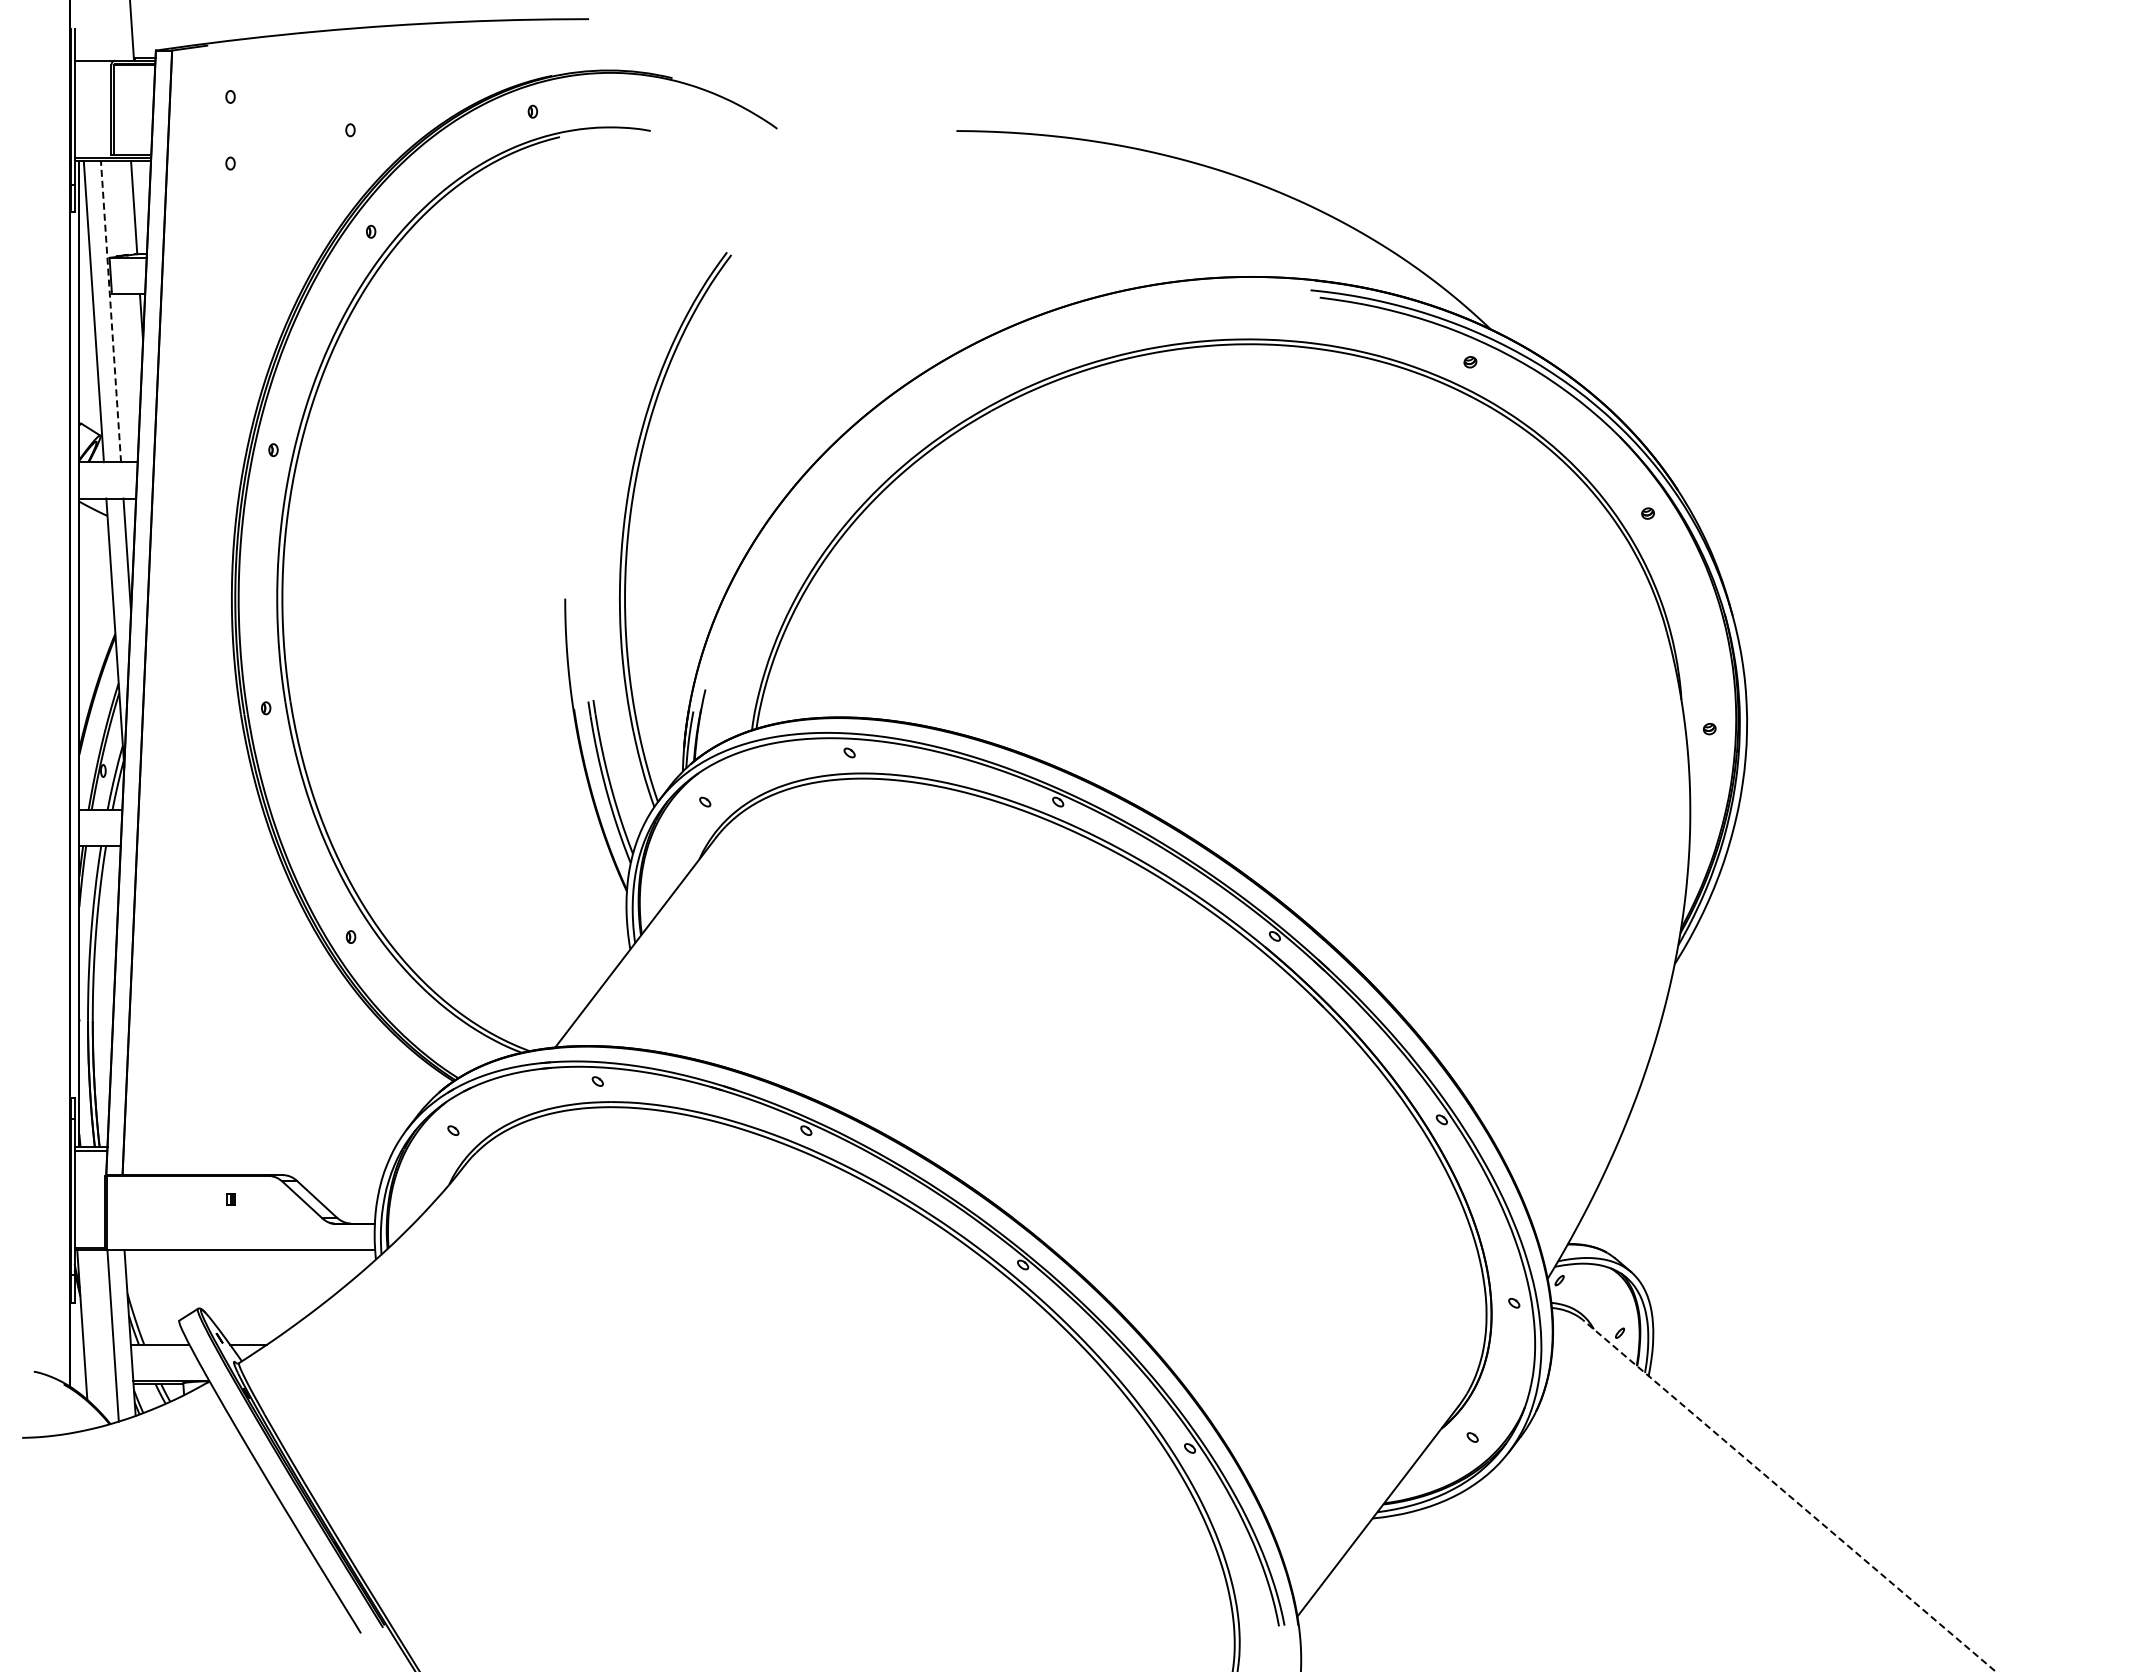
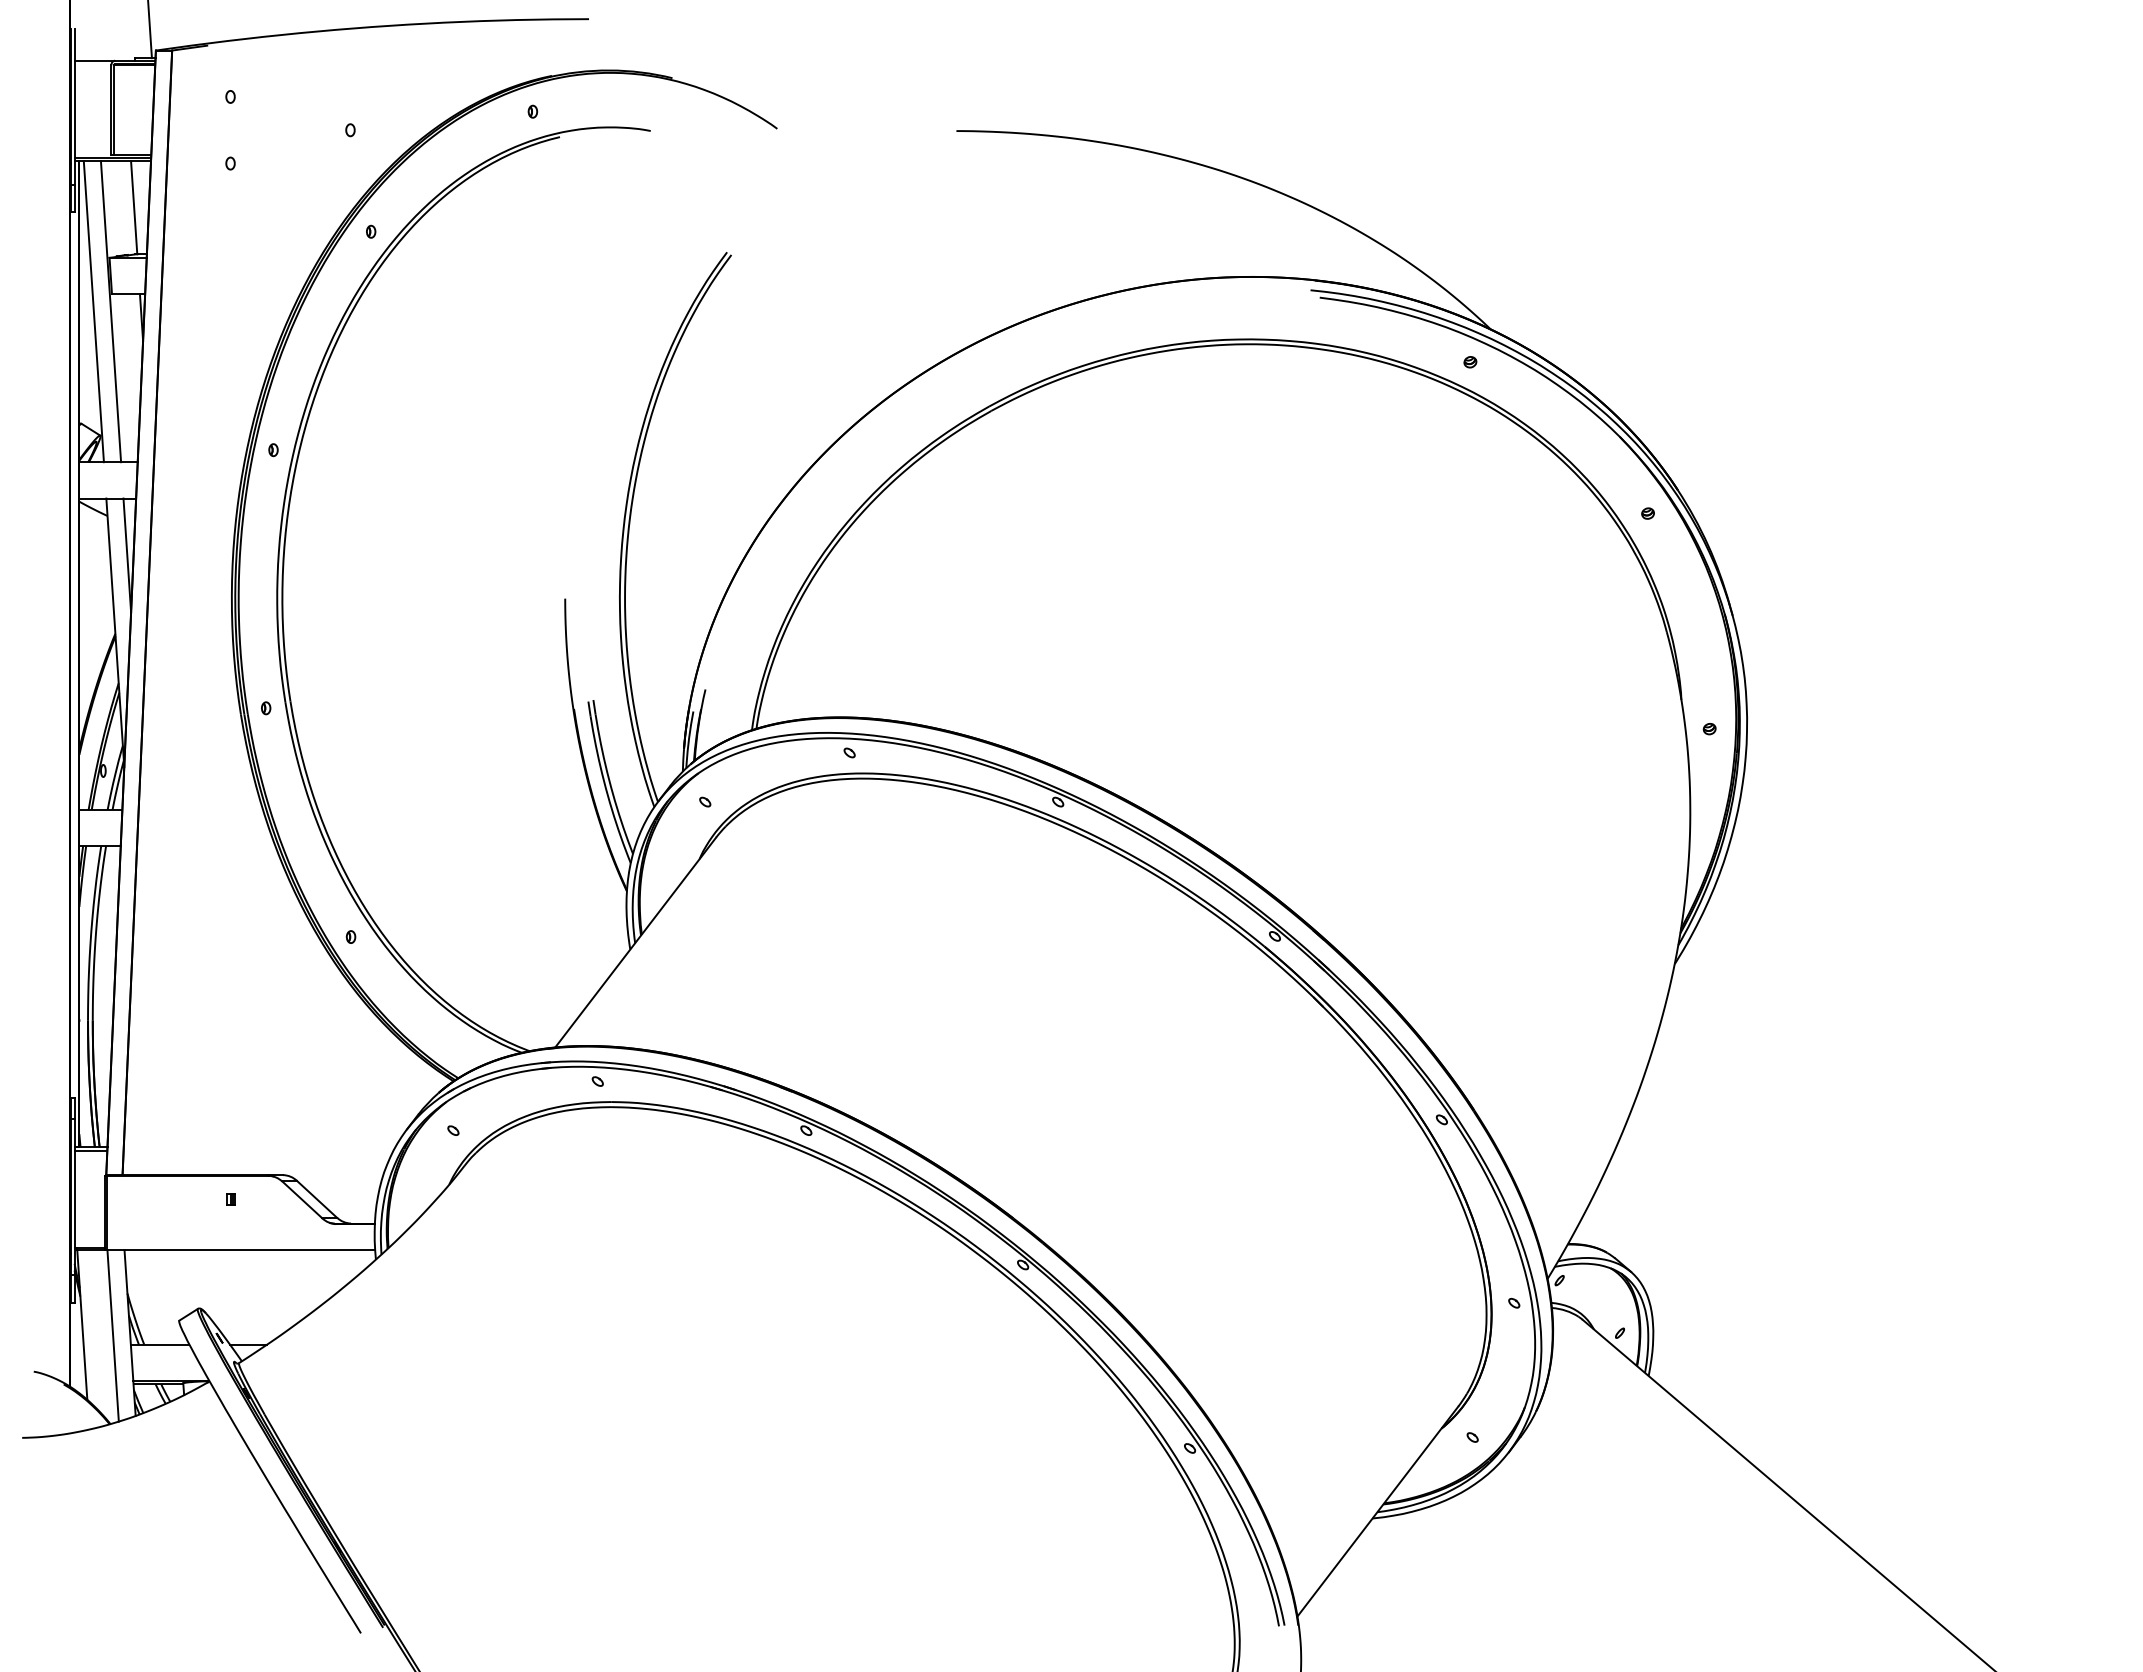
line at (131, 30) position: (131, 30) -> (149, 30)
line at (111, 311): dashed -> solid
line at (1788, 1495): dashed -> solid
